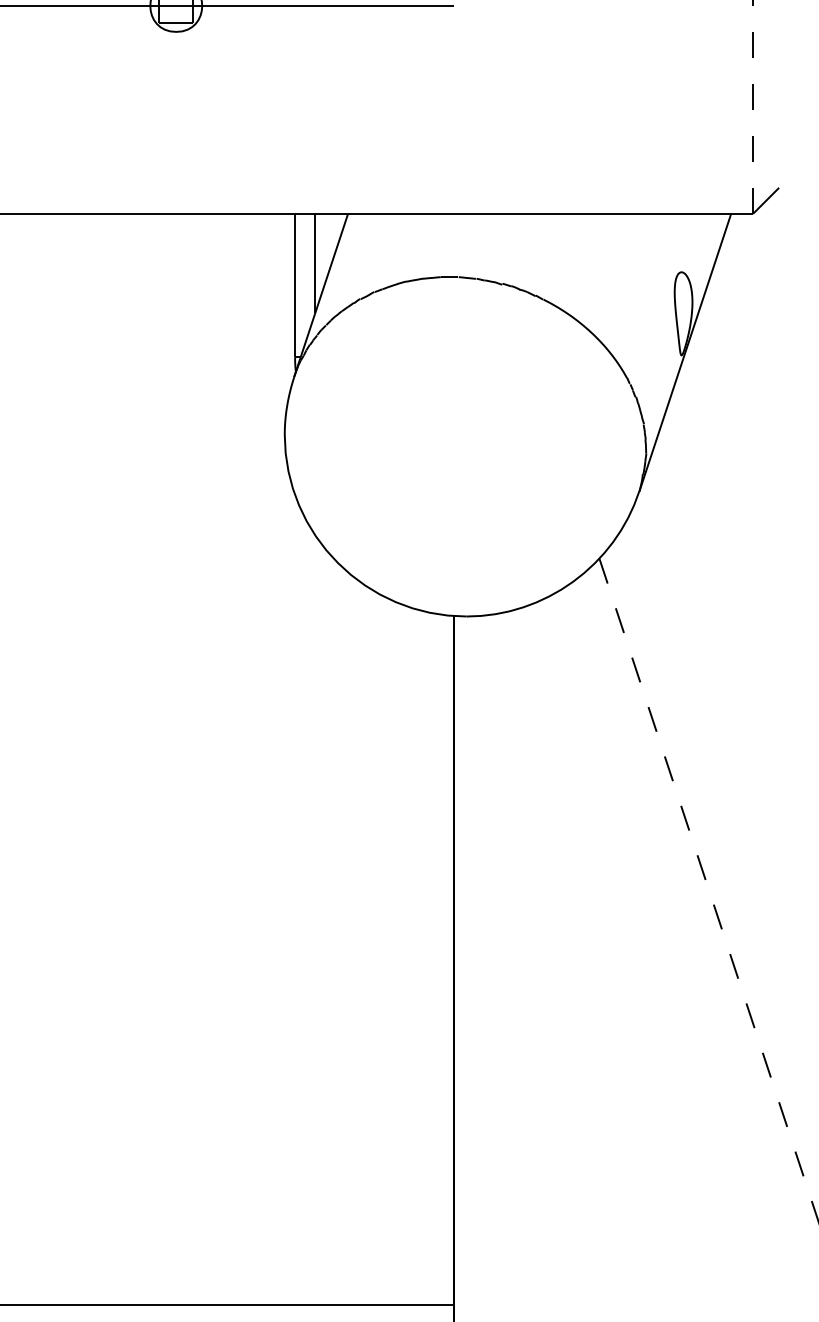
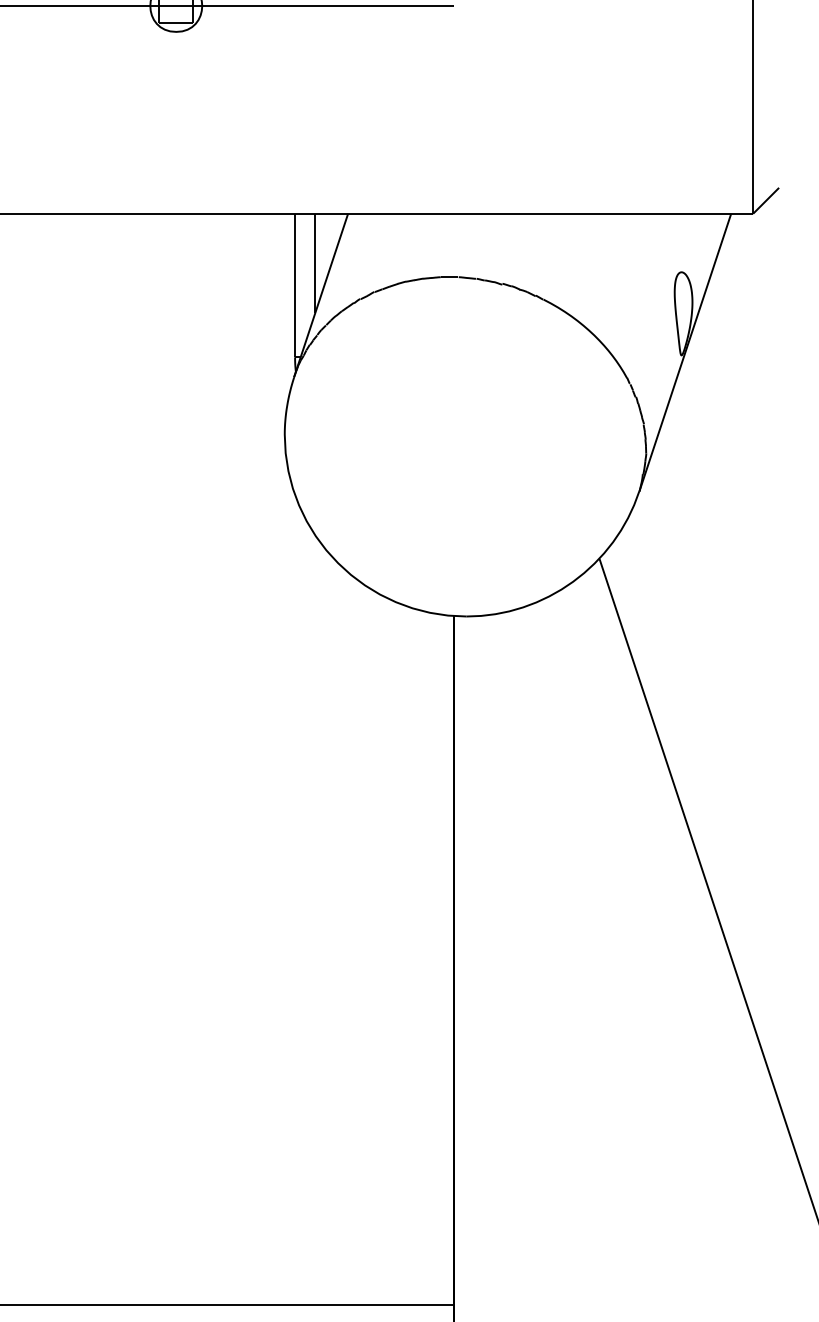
line at (753, 106): dashed -> solid
line at (709, 891): dashed -> solid
